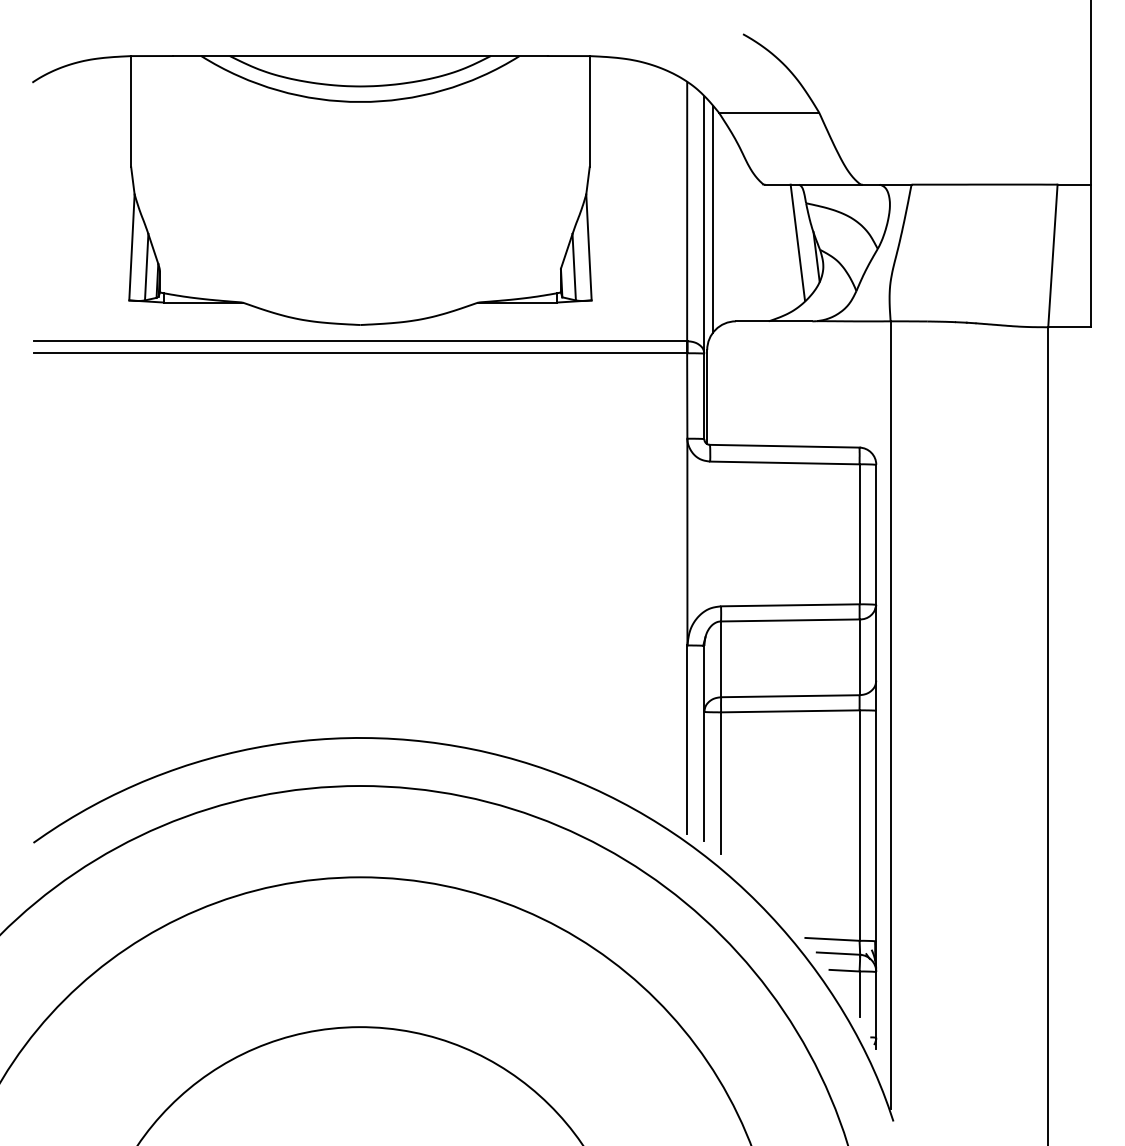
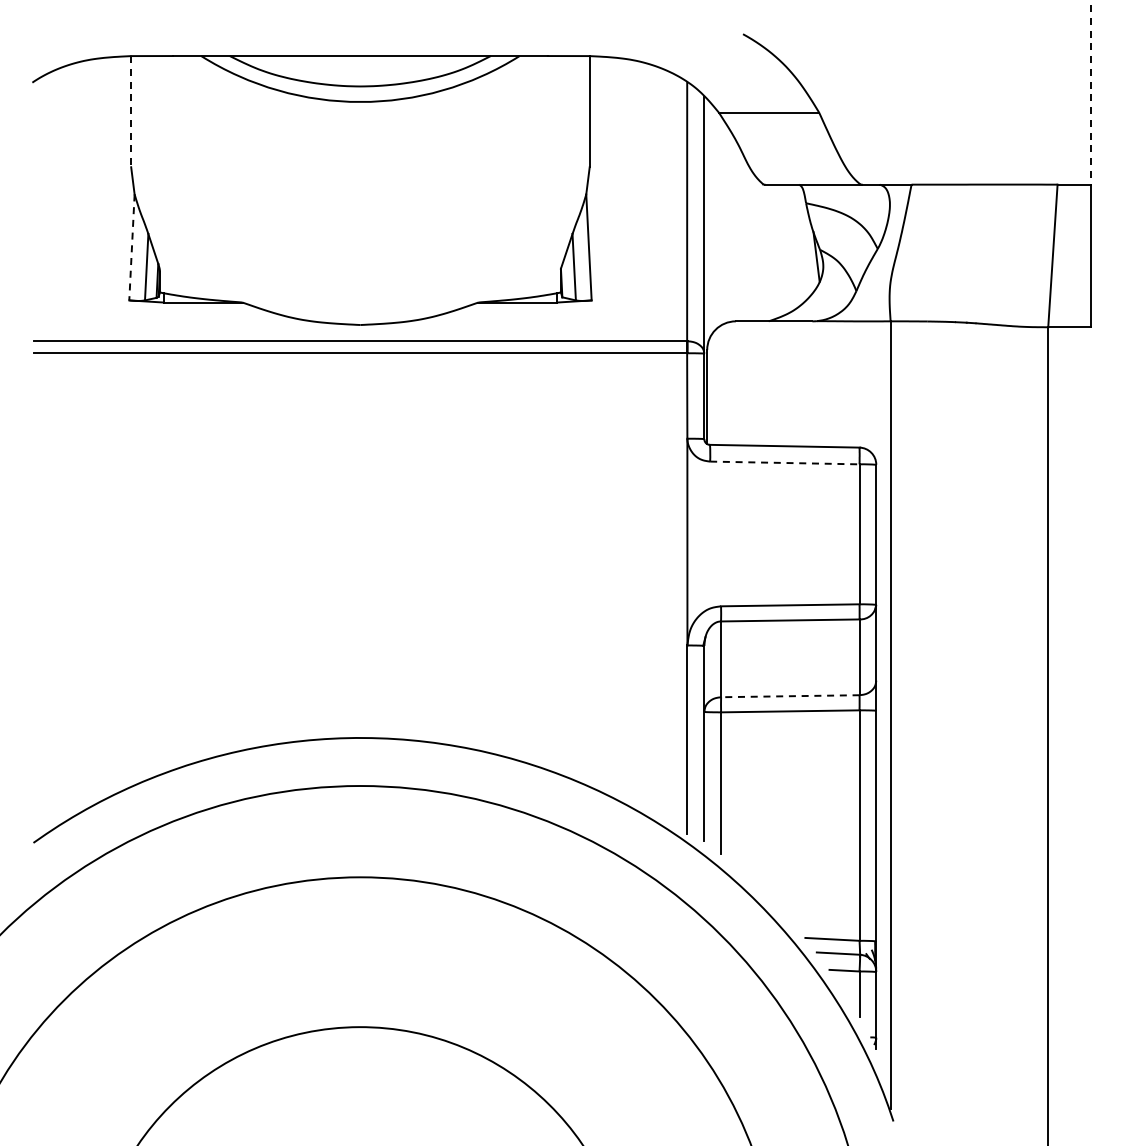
line at (1091, 92): solid -> dashed
line at (131, 111): solid -> dashed
line at (712, 219): present -> none
line at (797, 242): present -> none
line at (131, 247): solid -> dashed
line at (784, 462): solid -> dashed
line at (789, 696): solid -> dashed
